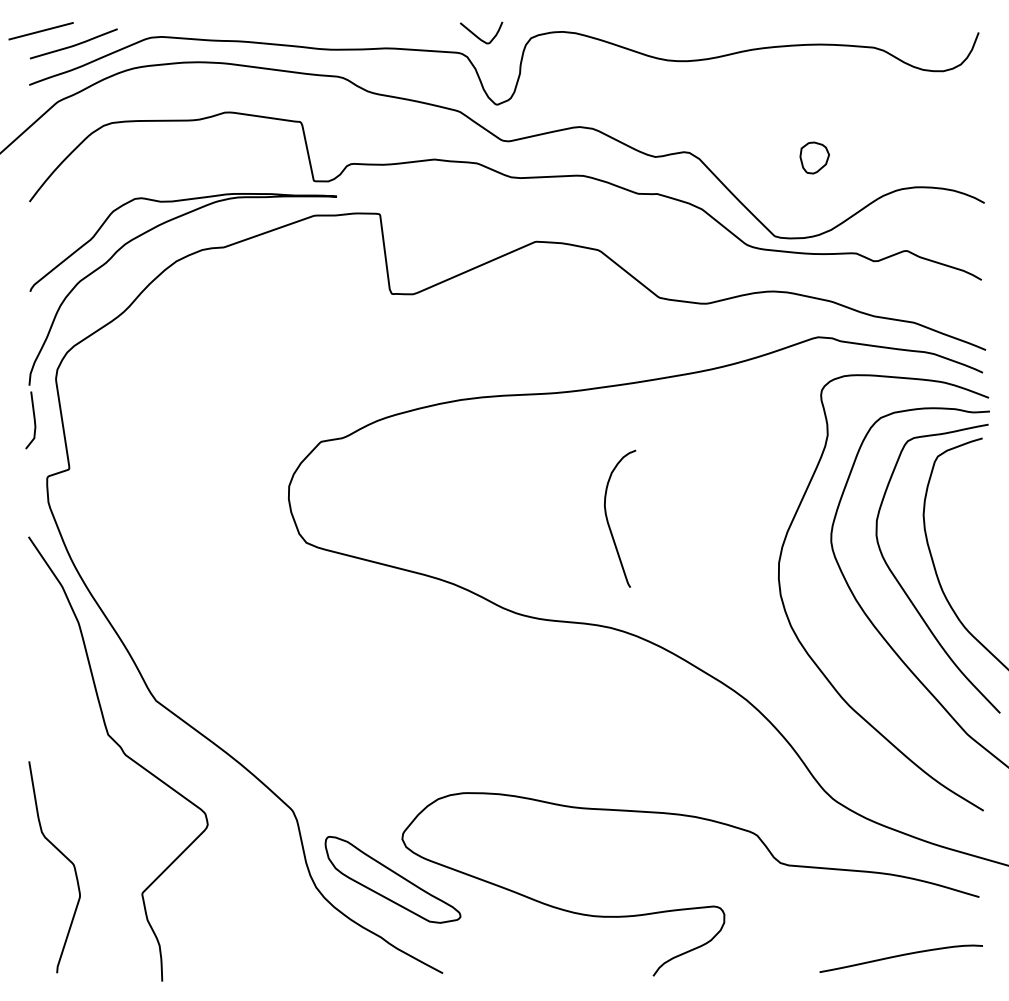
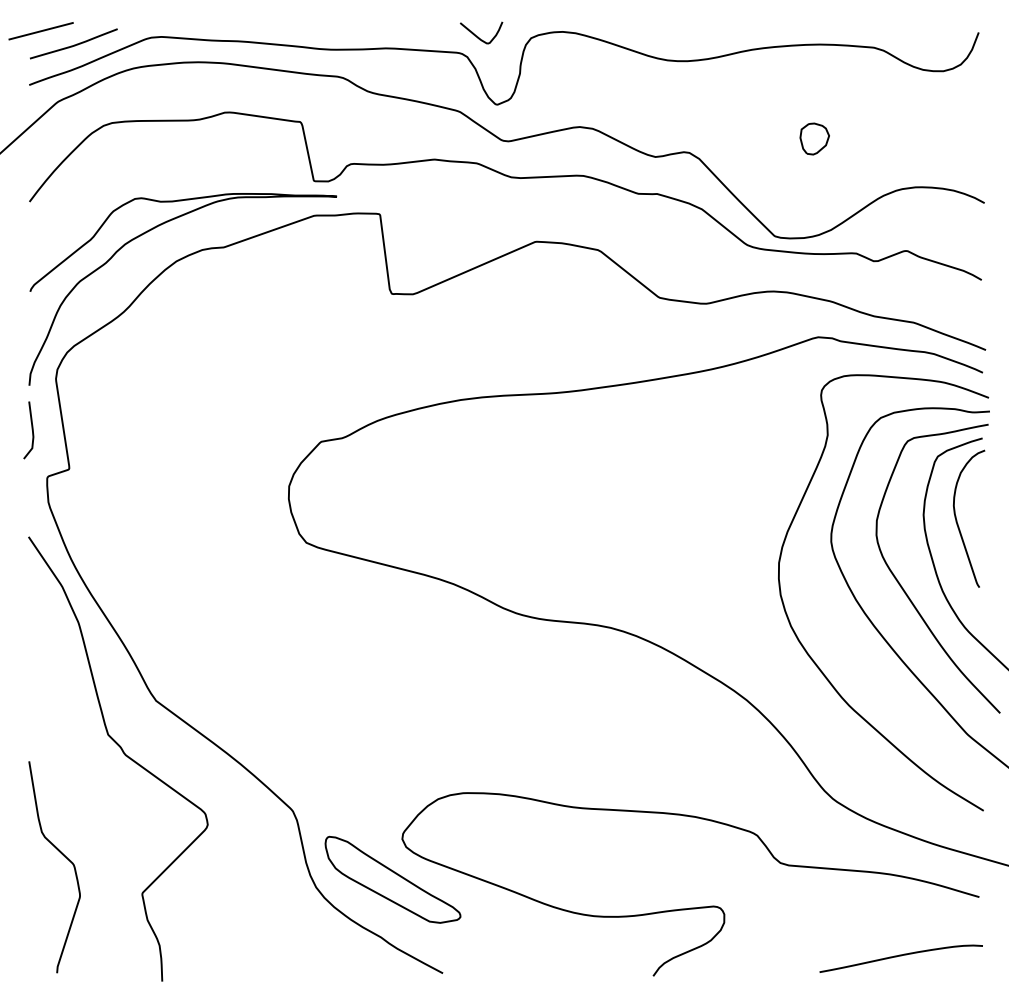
part at (814, 157) position: (814, 157) -> (814, 138)
line at (33, 419) position: (33, 419) -> (31, 429)
curve at (608, 520) position: (608, 520) -> (957, 520)
